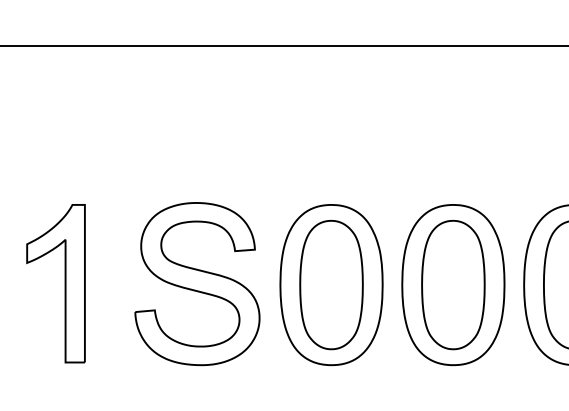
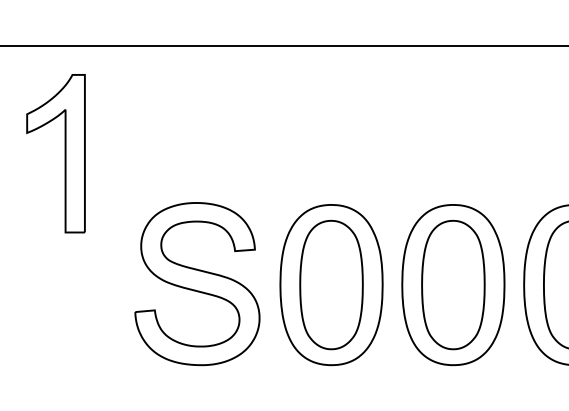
part at (64, 283) position: (64, 283) -> (64, 153)
